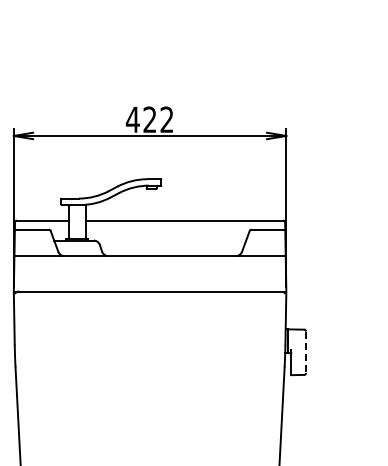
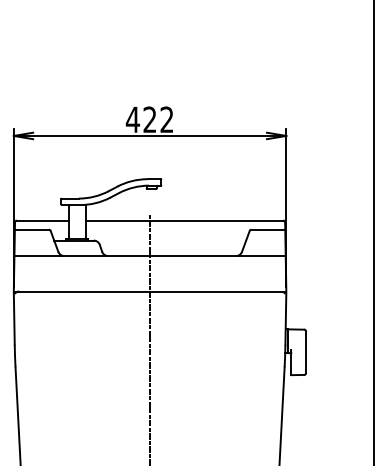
line at (374, 232): none -> present
line at (150, 338): none -> present
line at (306, 352): dashed -> solid
